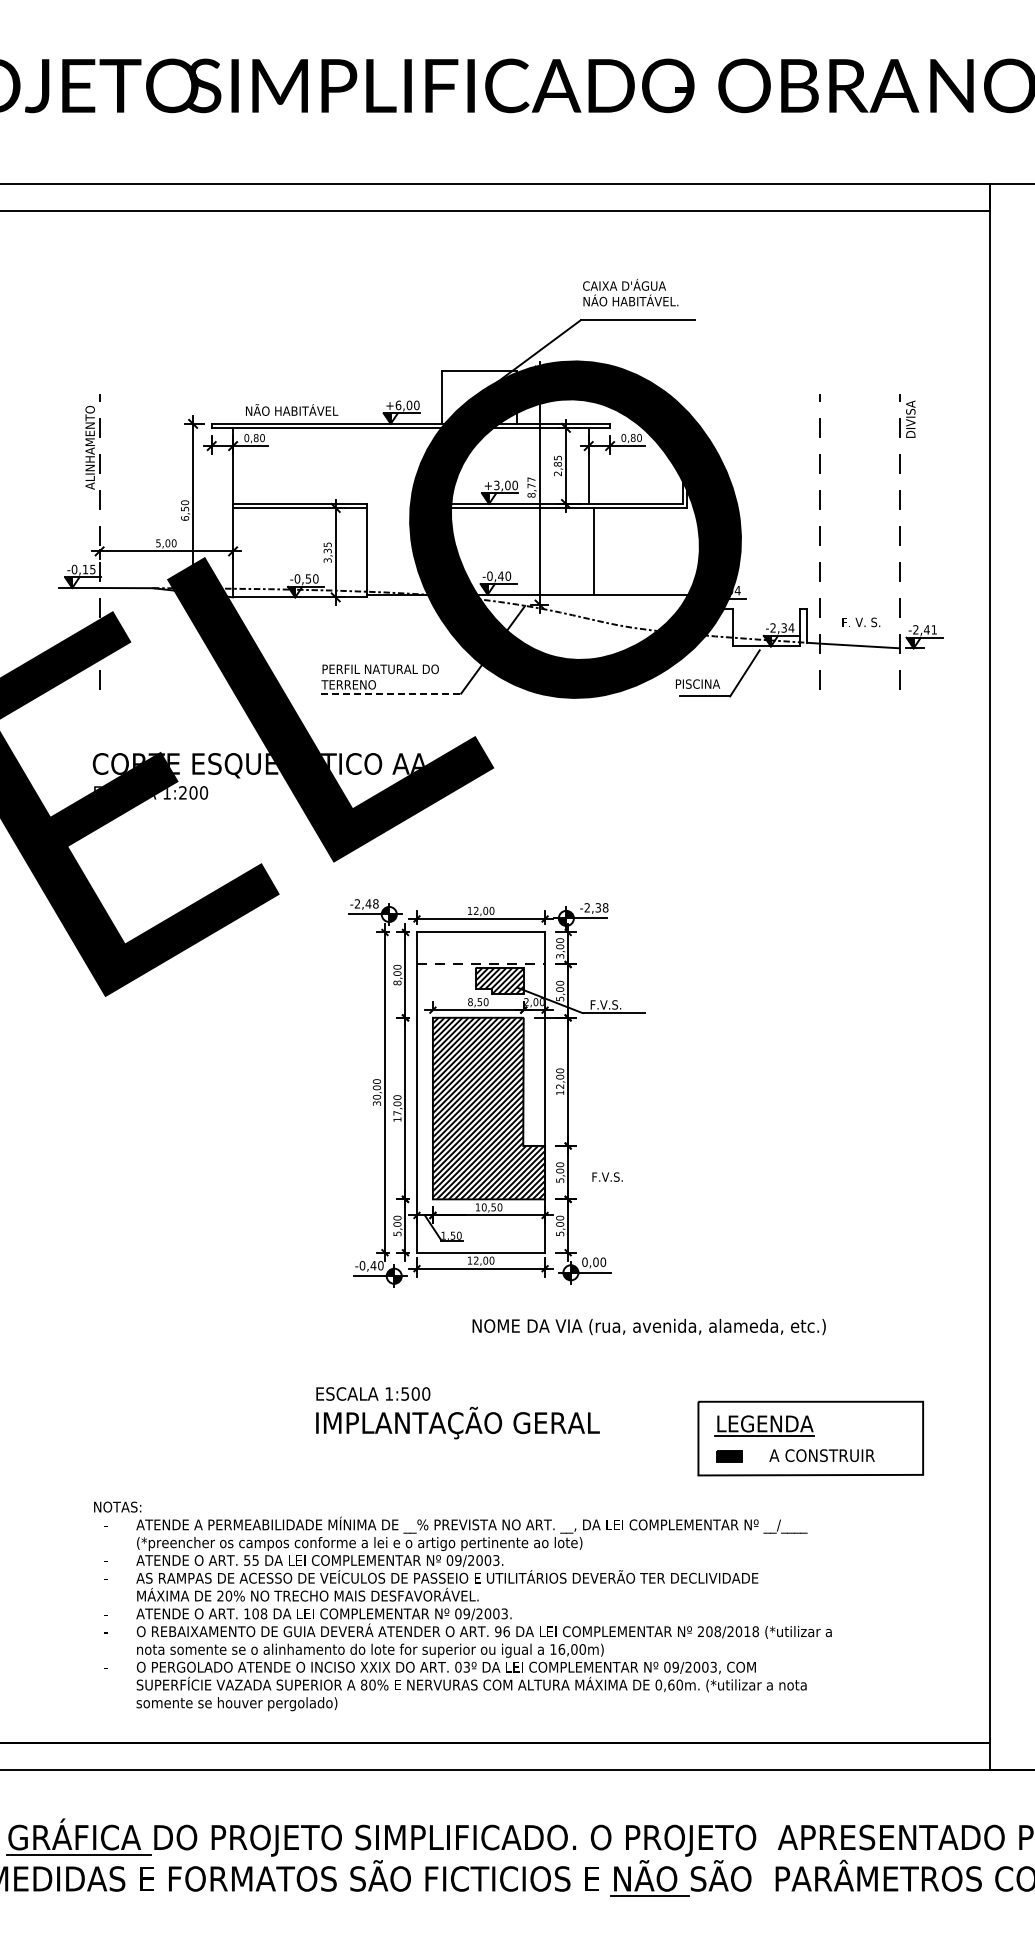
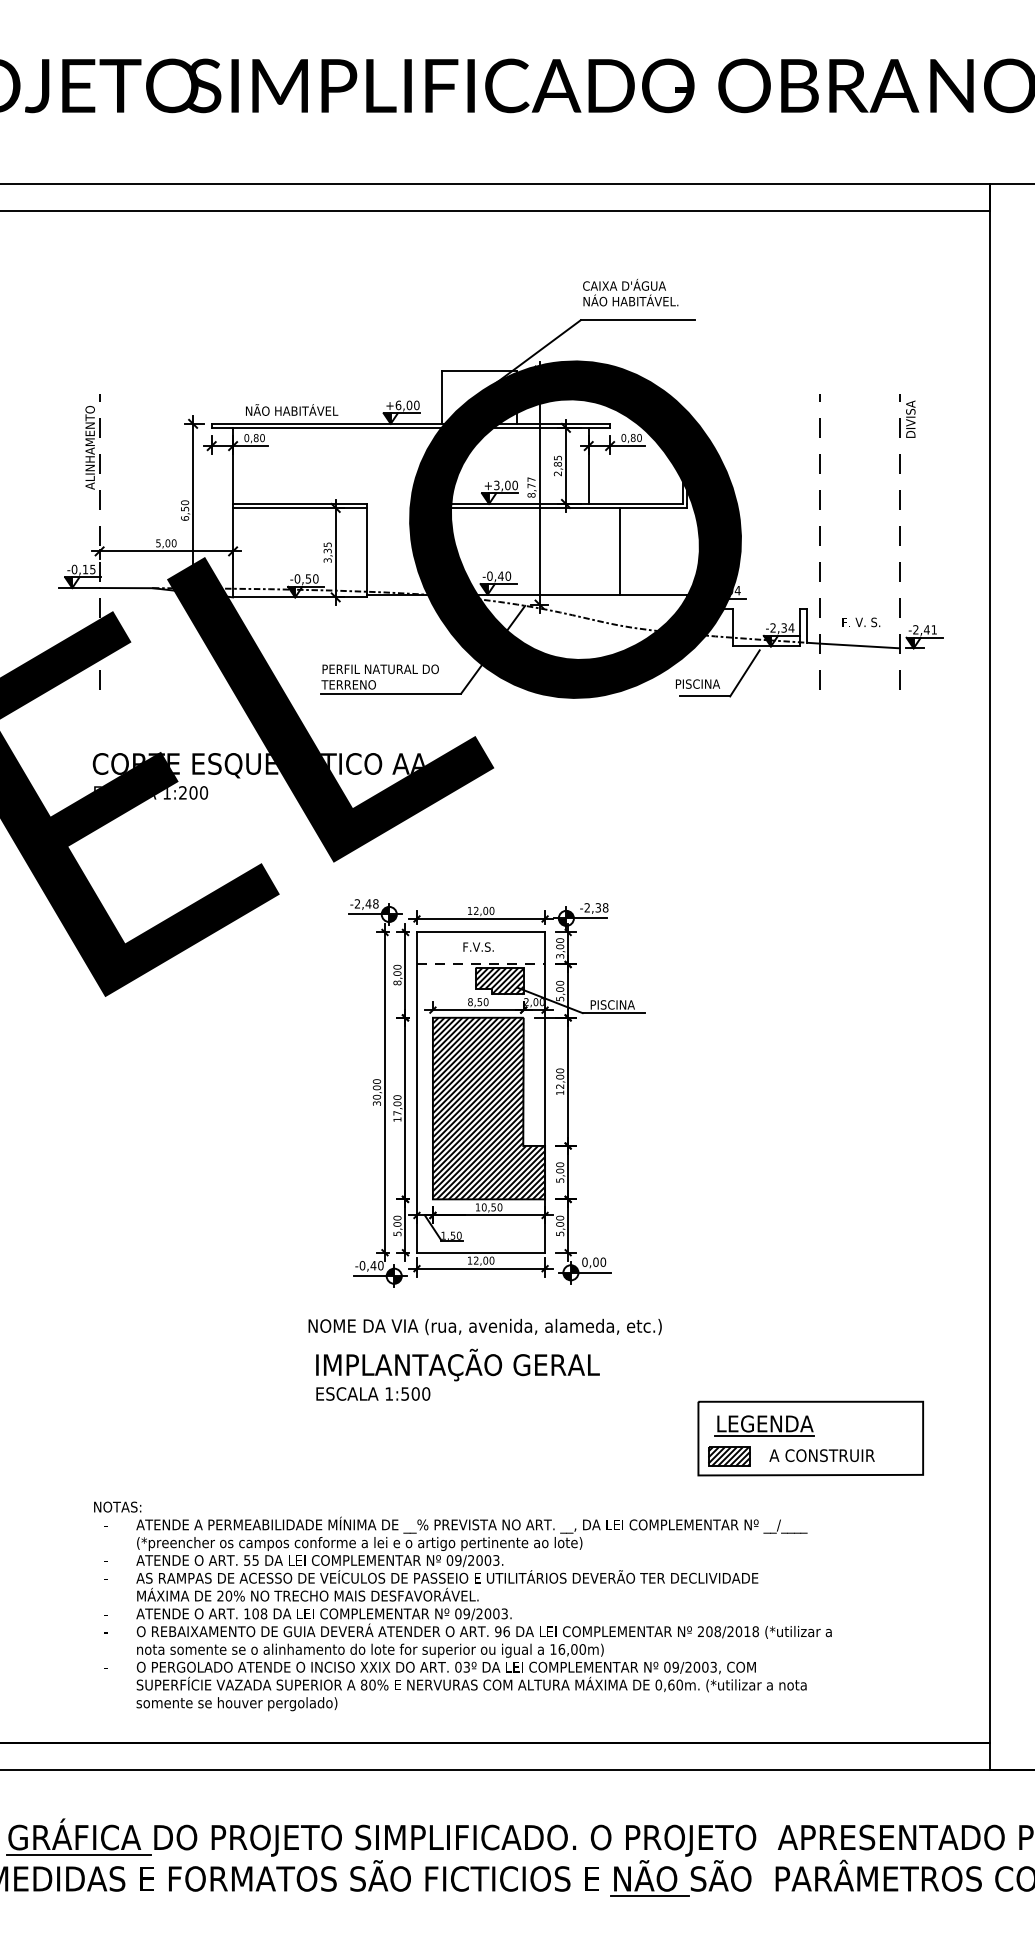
line at (594, 550) position: (594, 550) -> (620, 550)
line at (391, 693): dashed -> solid
text at (613, 1004): F.V.S. -> PISCINA
text at (607, 1176) position: (607, 1176) -> (478, 946)
text at (648, 1326) position: (648, 1326) -> (484, 1326)
text at (457, 1422) position: (457, 1422) -> (457, 1364)
part at (729, 1456) size: 27x13 px -> 43x21 px
